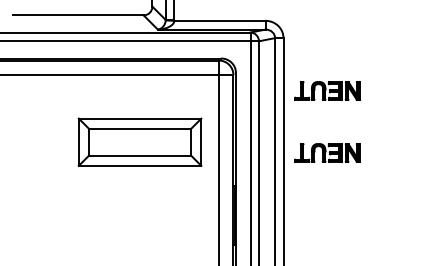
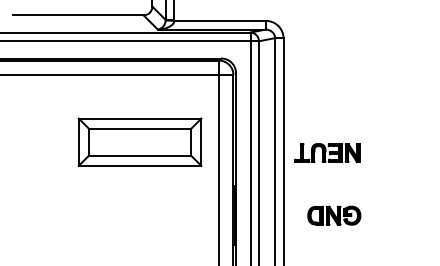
part at (327, 90): present -> none
part at (334, 215): none -> present
